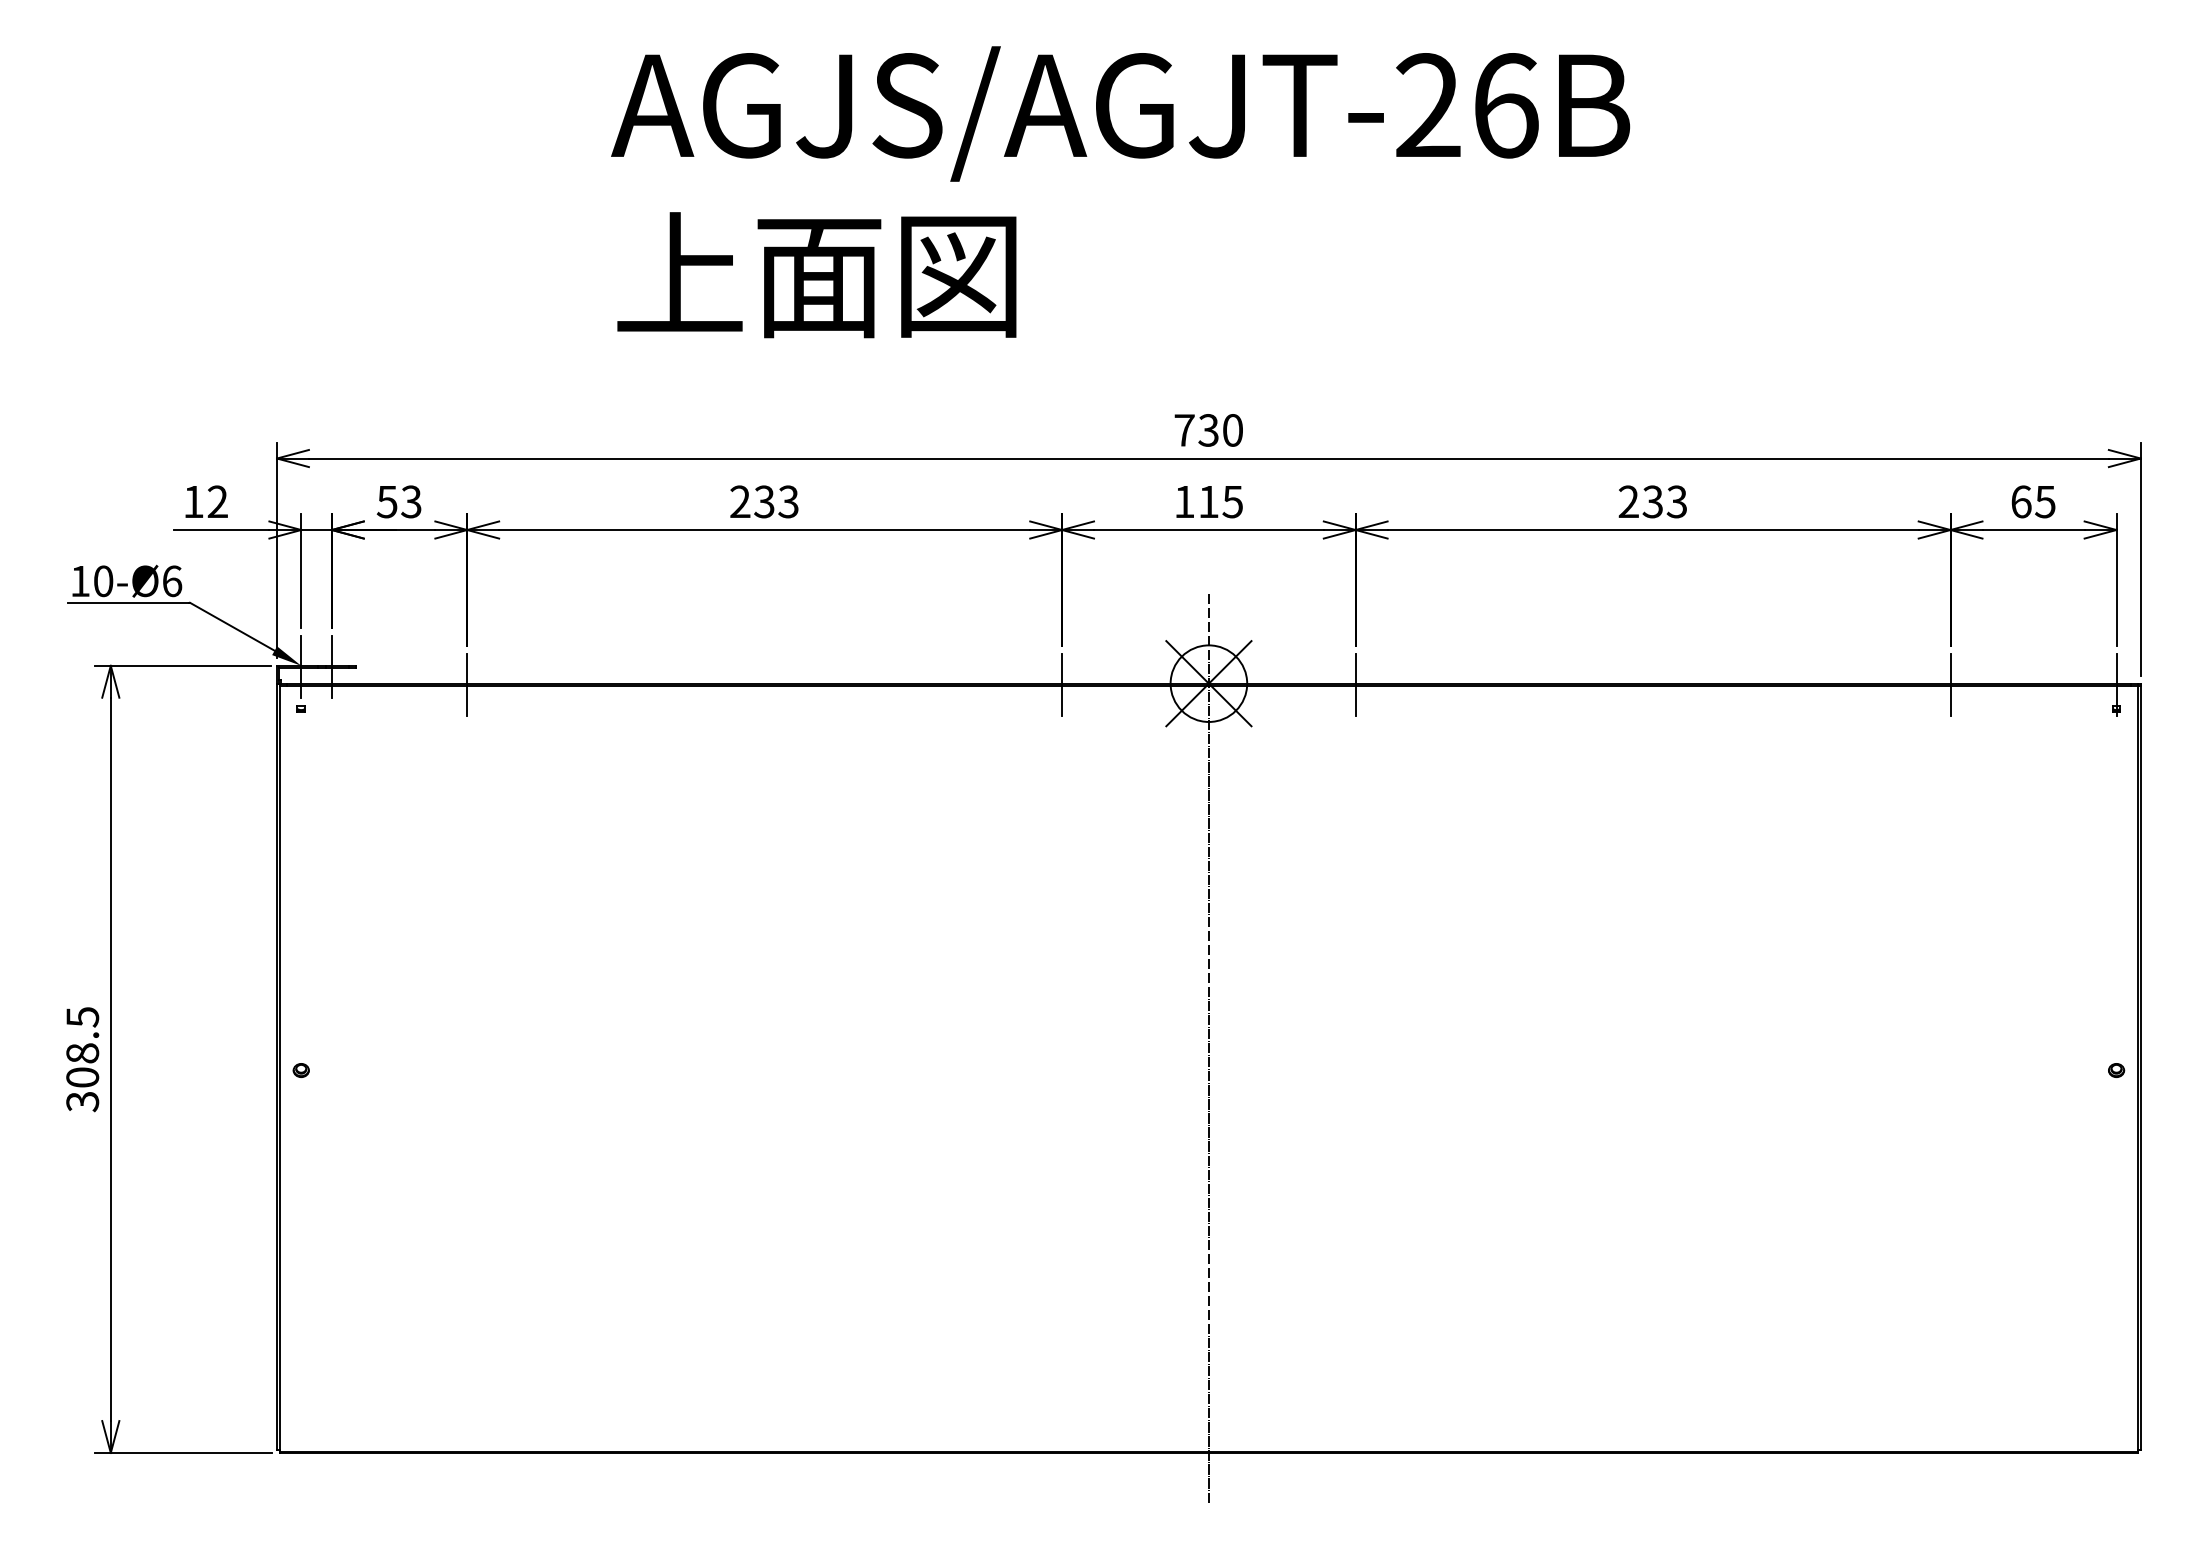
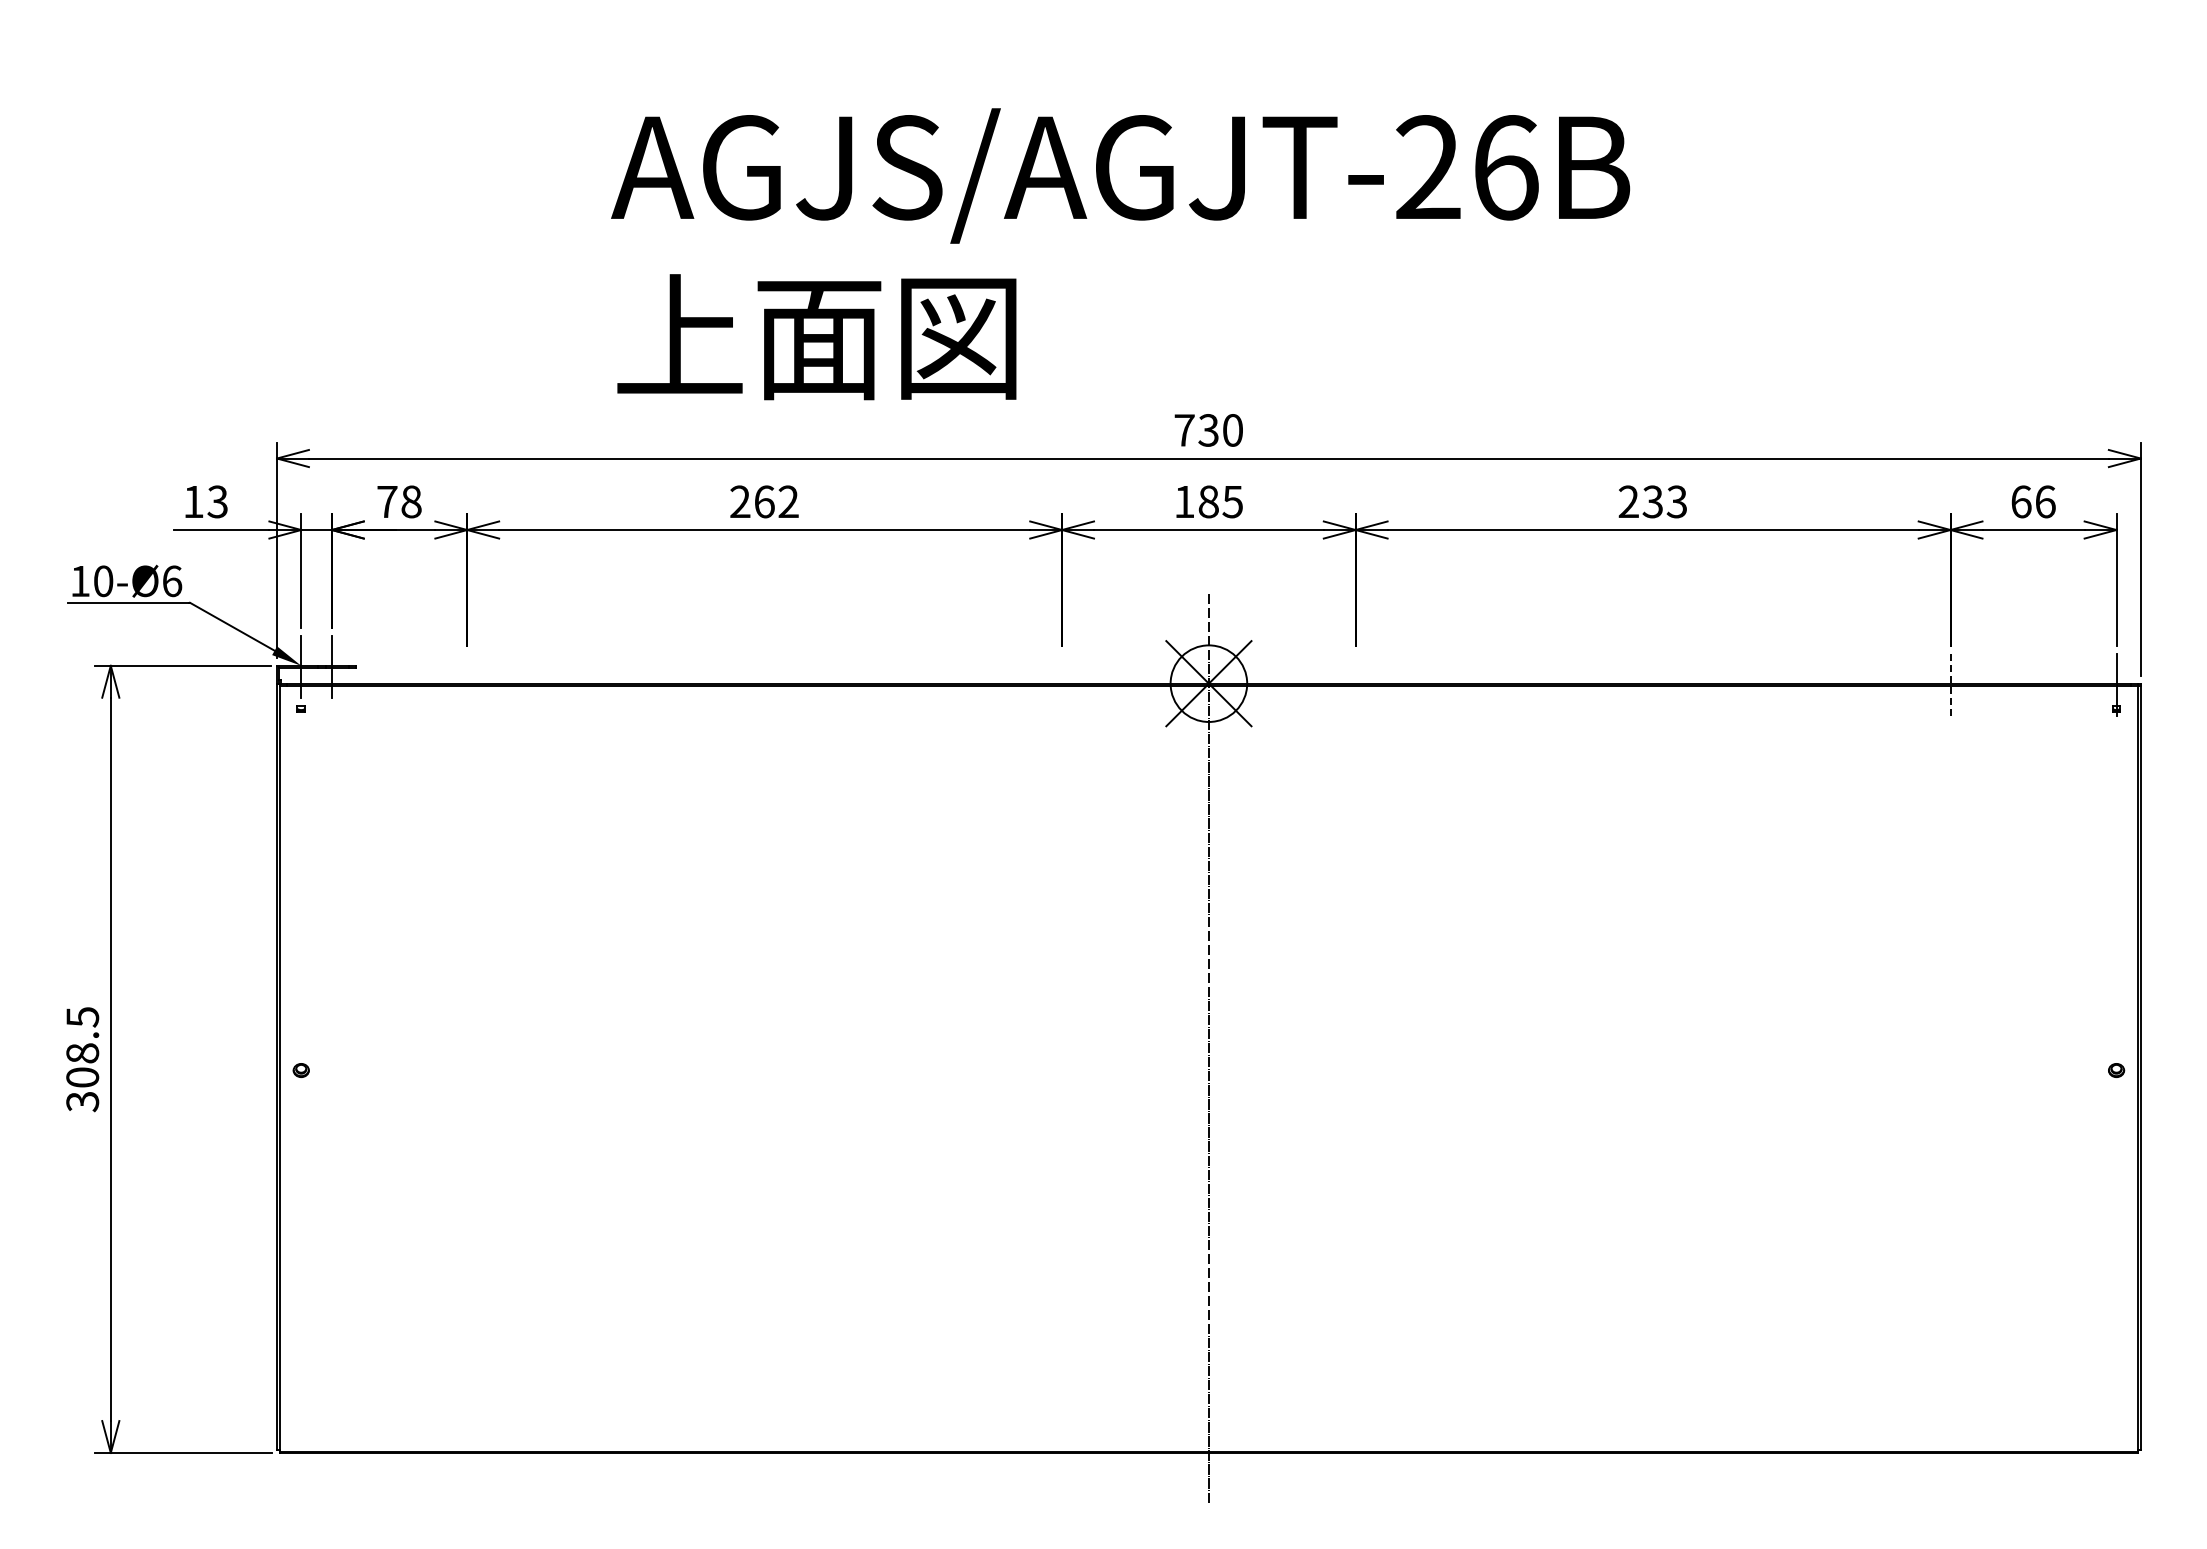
text at (1120, 192) position: (1120, 192) -> (1120, 254)
text at (398, 501): 53 -> 78
text at (776, 501): 233 -> 262
text at (1208, 501): 115 -> 185
text at (2045, 501): 65 -> 66
text at (217, 502): 12 -> 13
line at (467, 684): present -> none
line at (1062, 684): present -> none
line at (1355, 684): present -> none
line at (1950, 684): solid -> dashed
